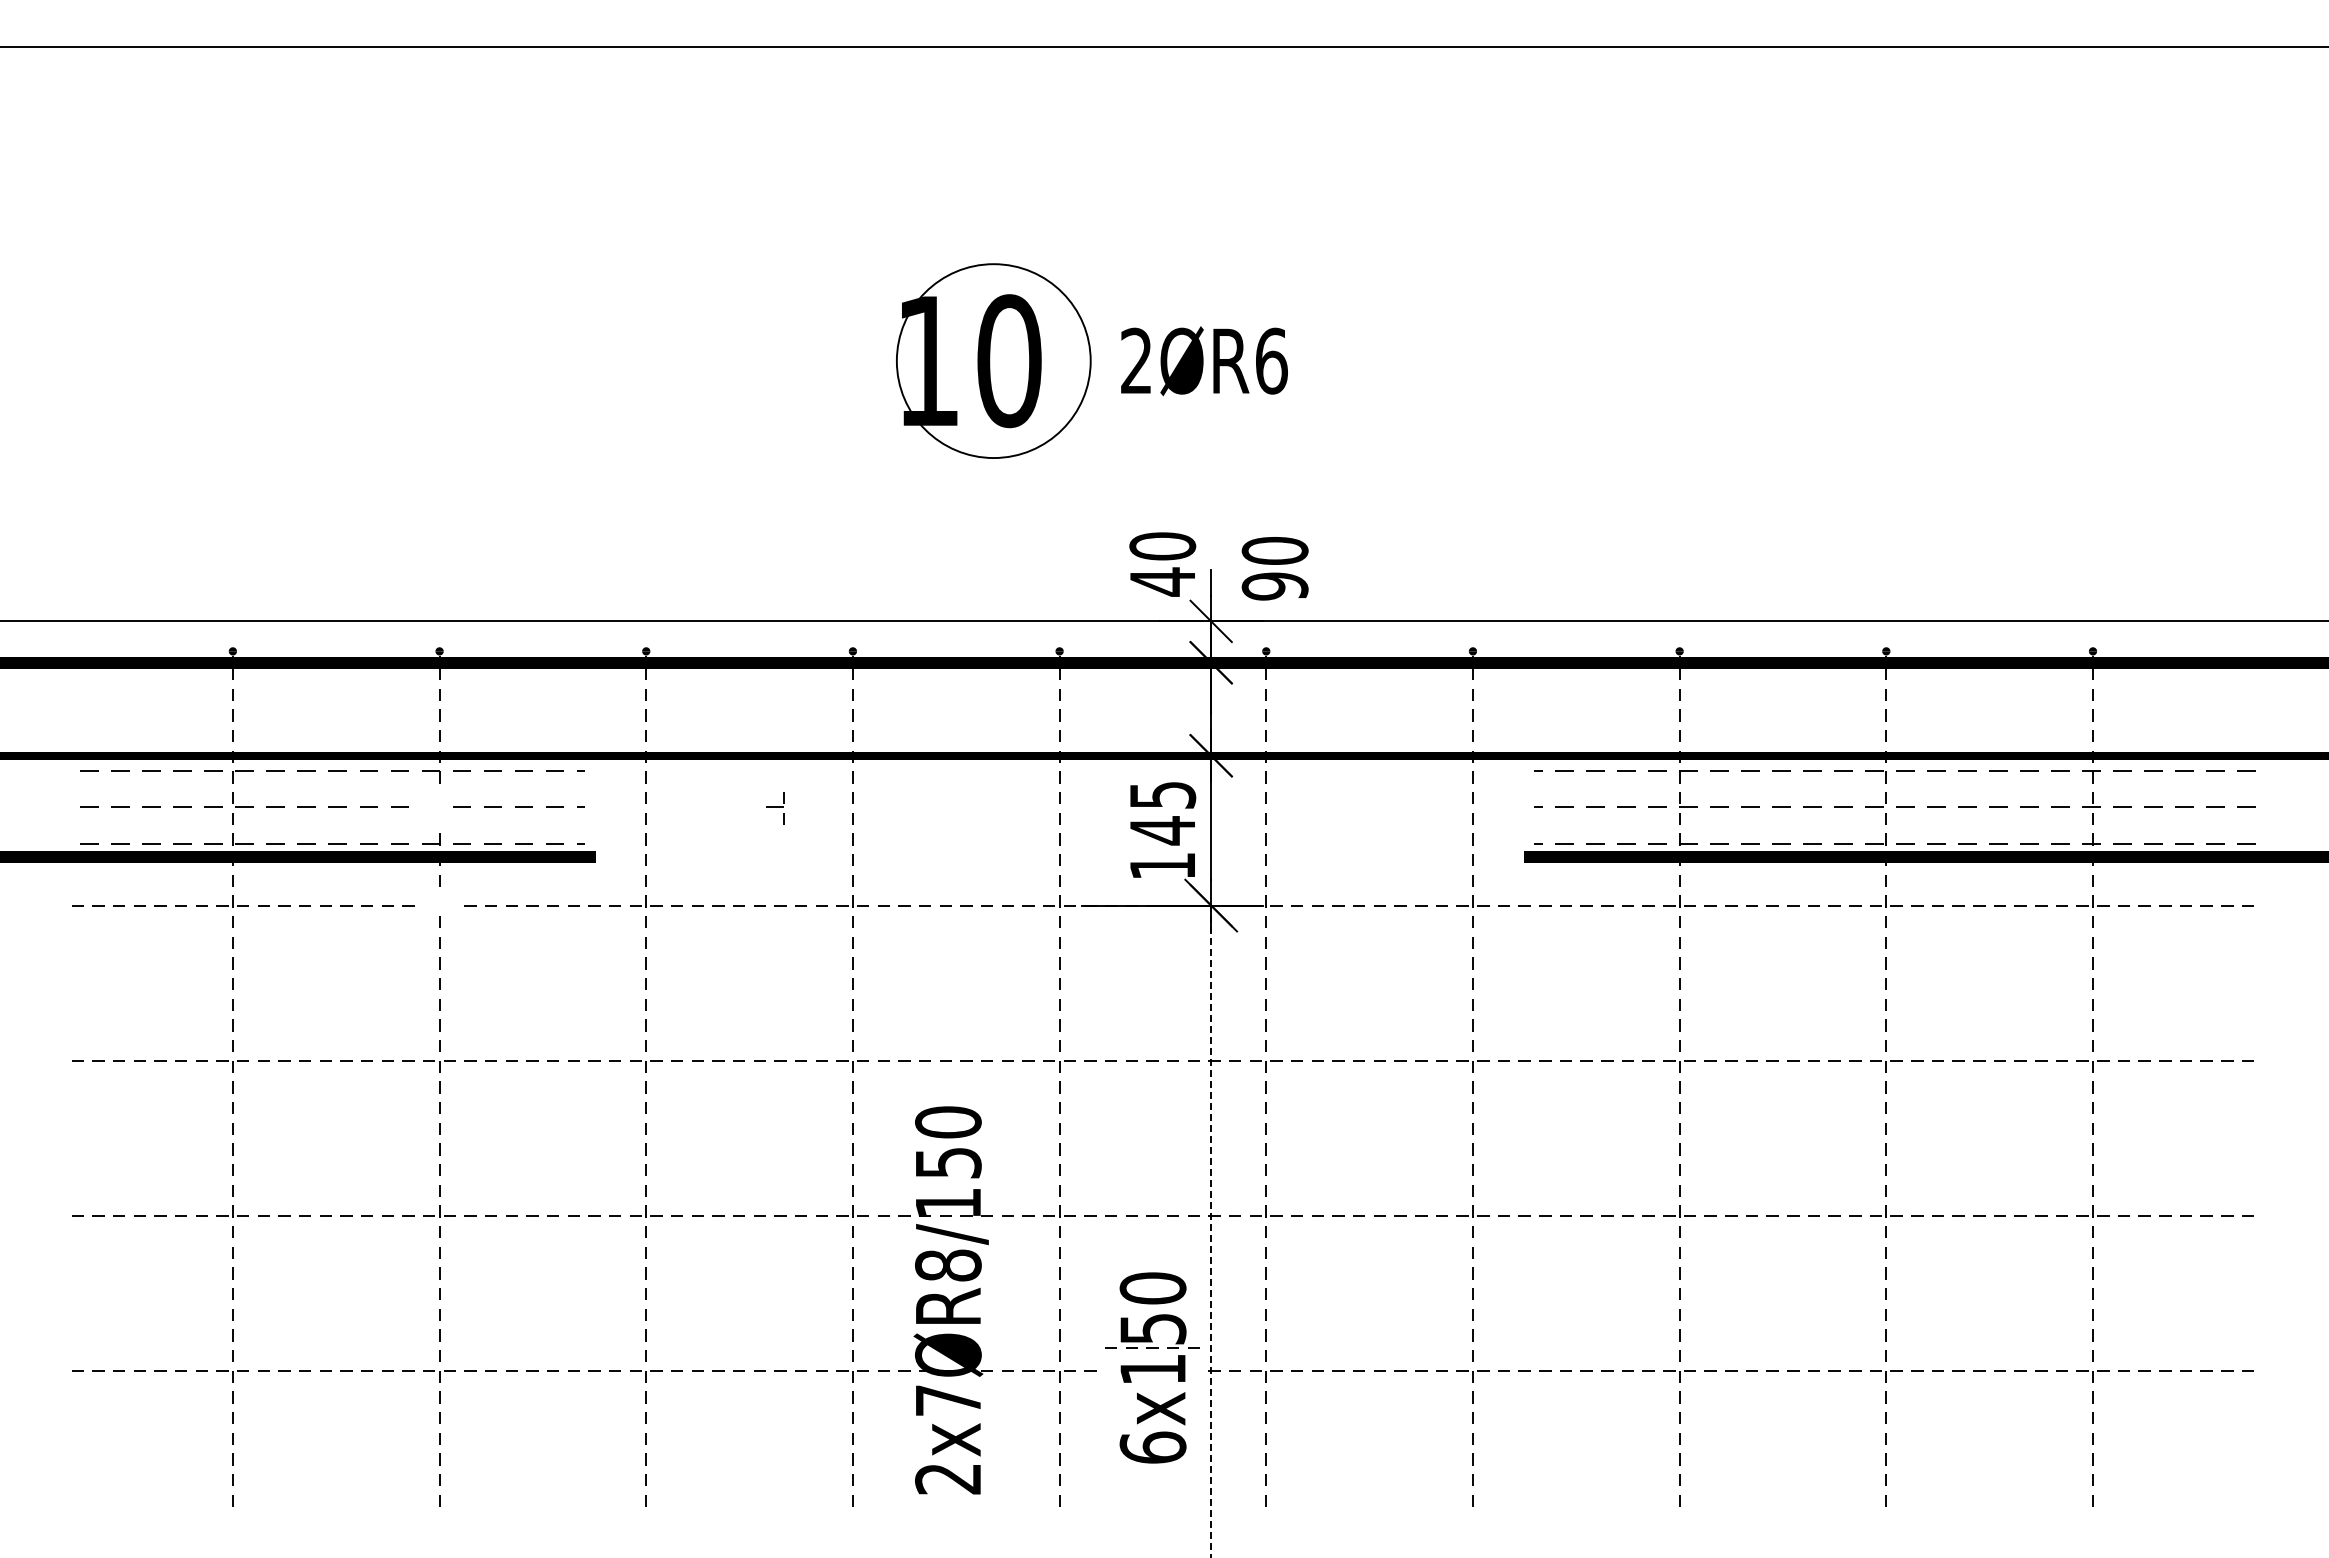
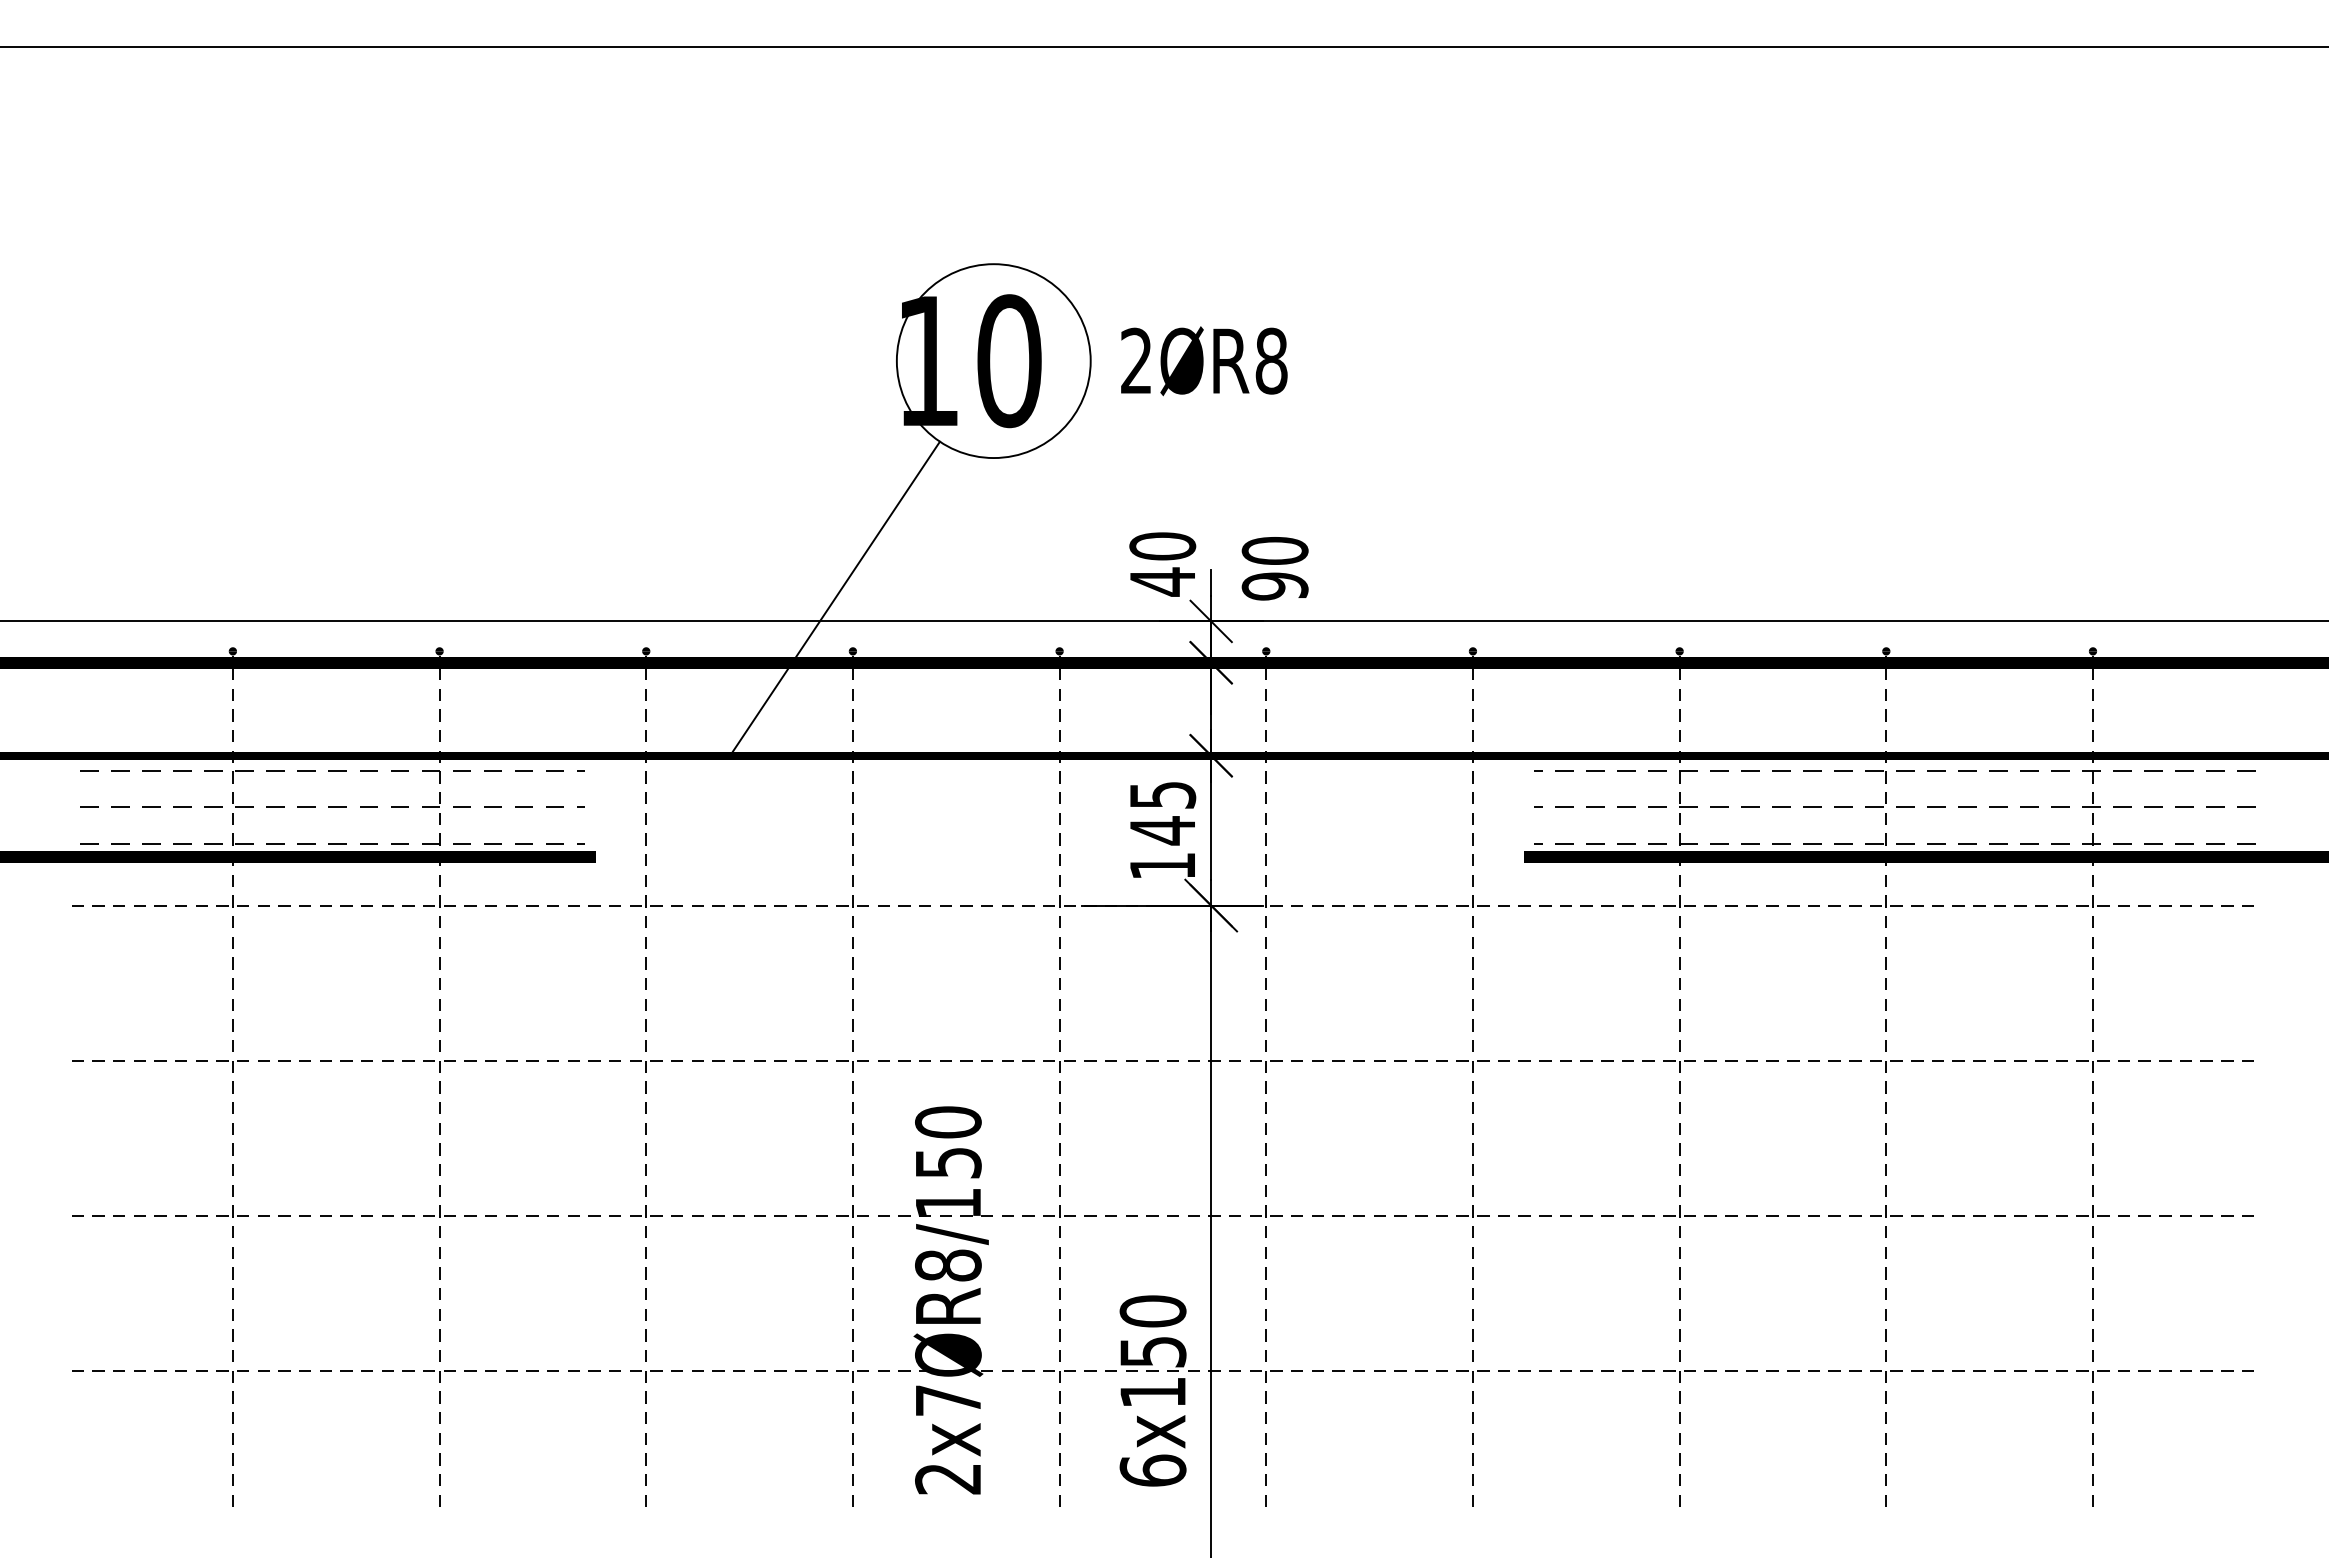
text at (1271, 360): 2ØR6 -> 2ØR8
line at (834, 598): none -> present
part at (775, 808) position: (775, 808) -> (431, 808)
part at (439, 901): none -> present
line at (1211, 1231): dashed -> solid
part at (1152, 1367) position: (1152, 1367) -> (1152, 1390)
